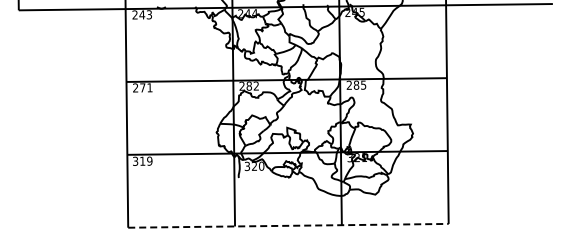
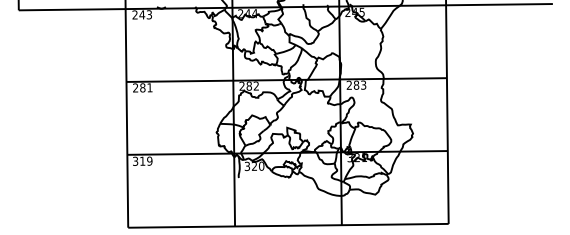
text at (363, 84): 285 -> 283
text at (142, 87): 271 -> 281
line at (288, 225): dashed -> solid
